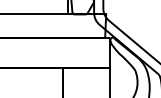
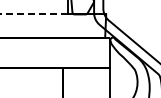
line at (33, 14): solid -> dashed
